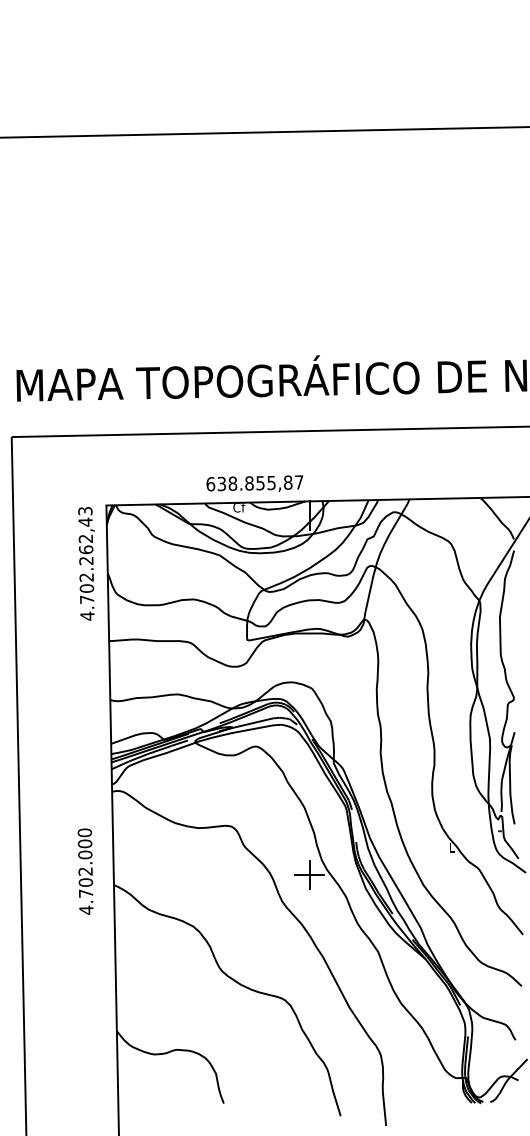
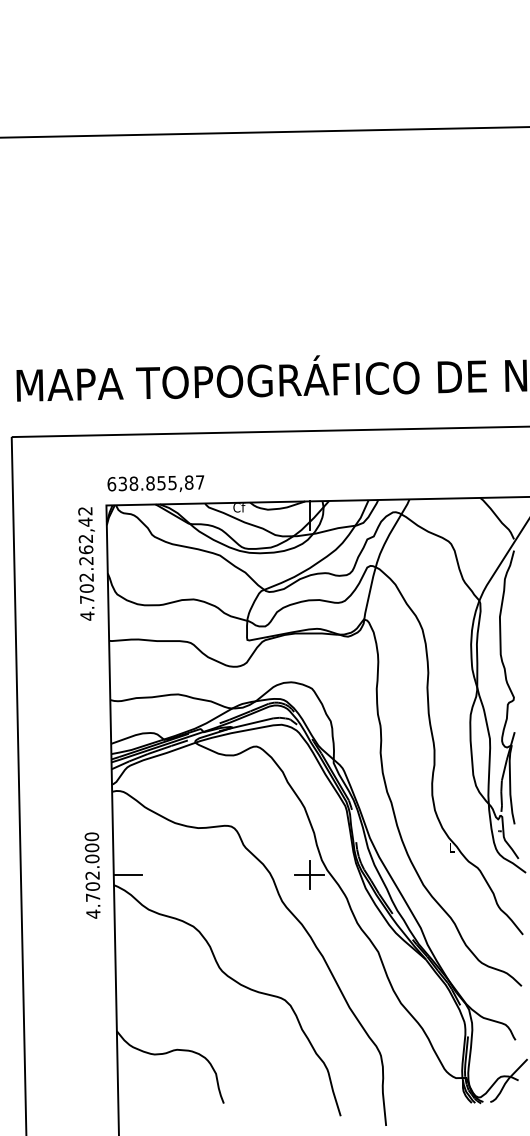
text at (254, 483) position: (254, 483) -> (155, 483)
text at (85, 511): 4.702.262,43 -> 4.702.262,42
text at (85, 871) position: (85, 871) -> (92, 875)
line at (127, 875): none -> present
